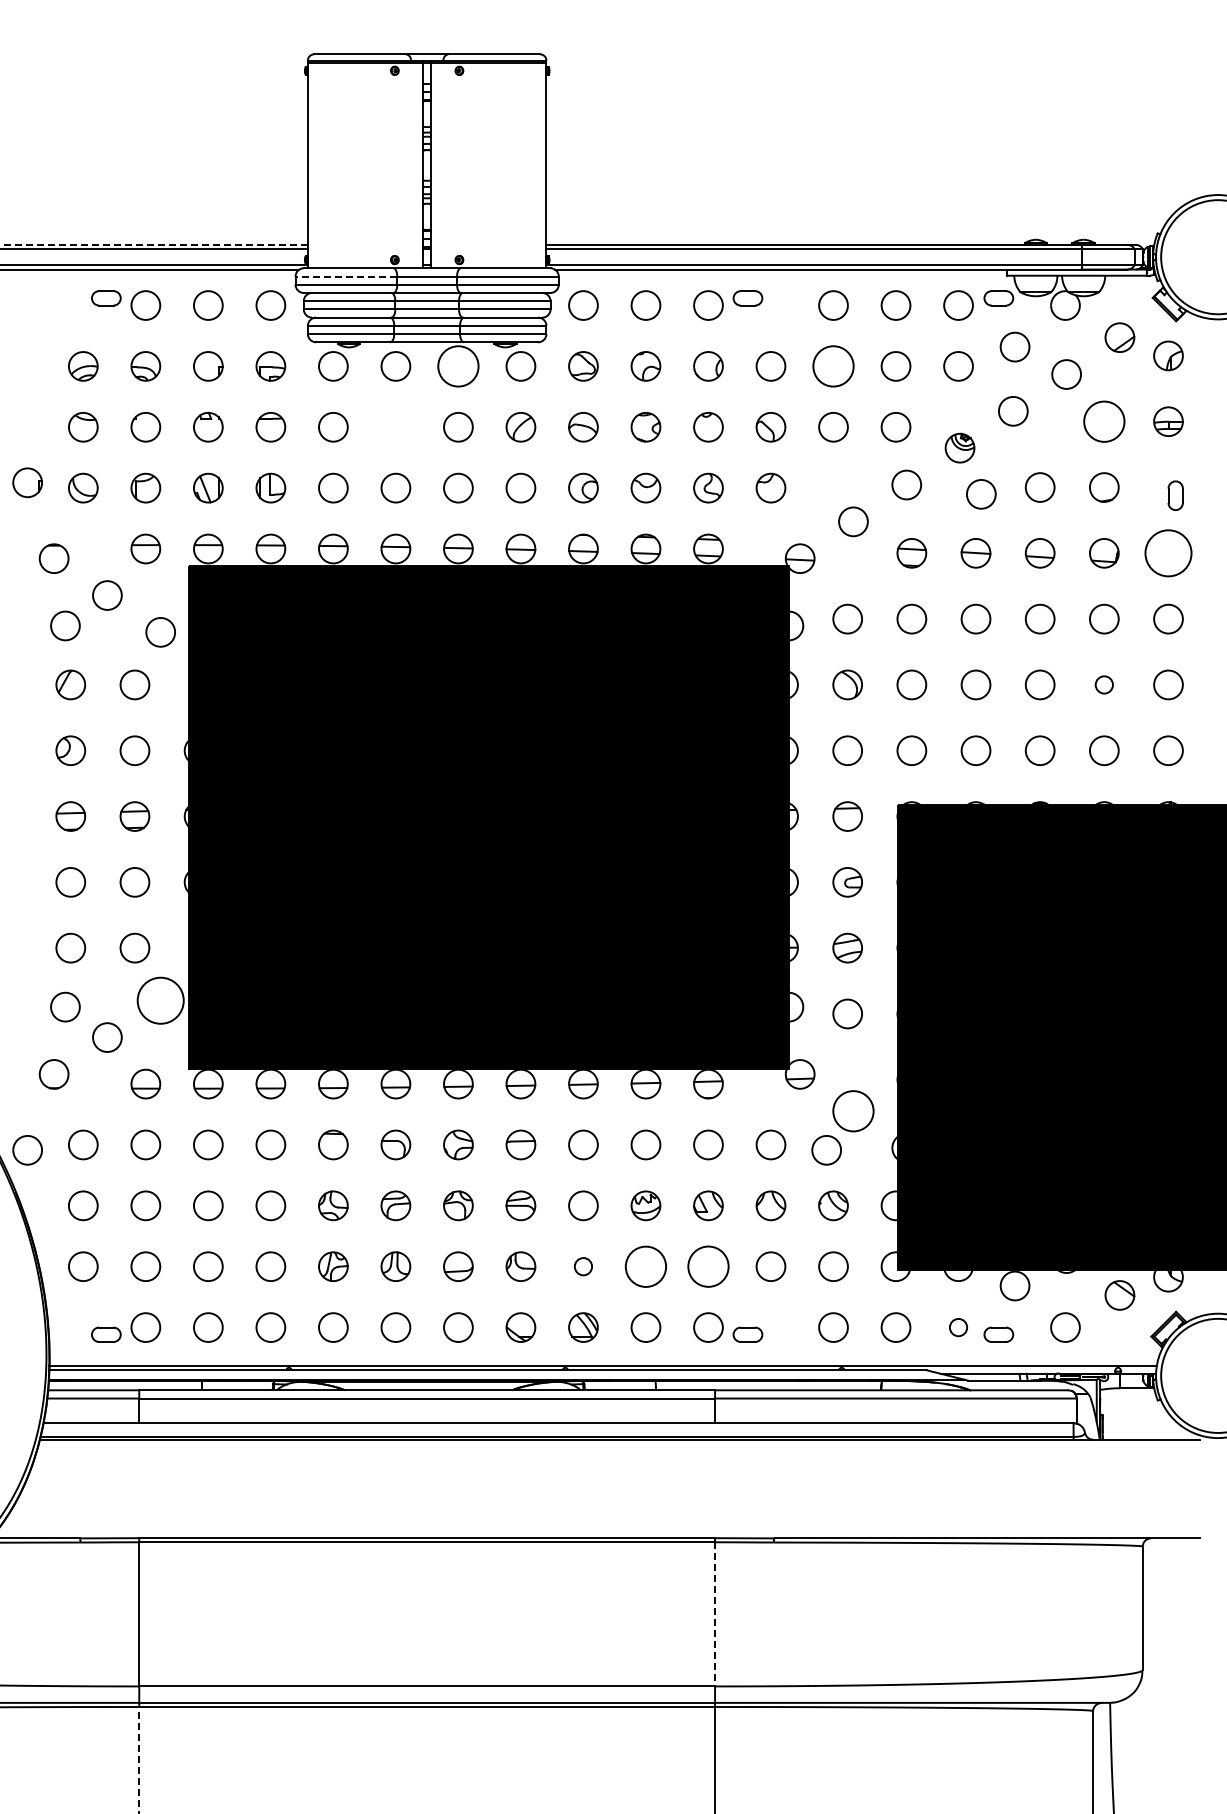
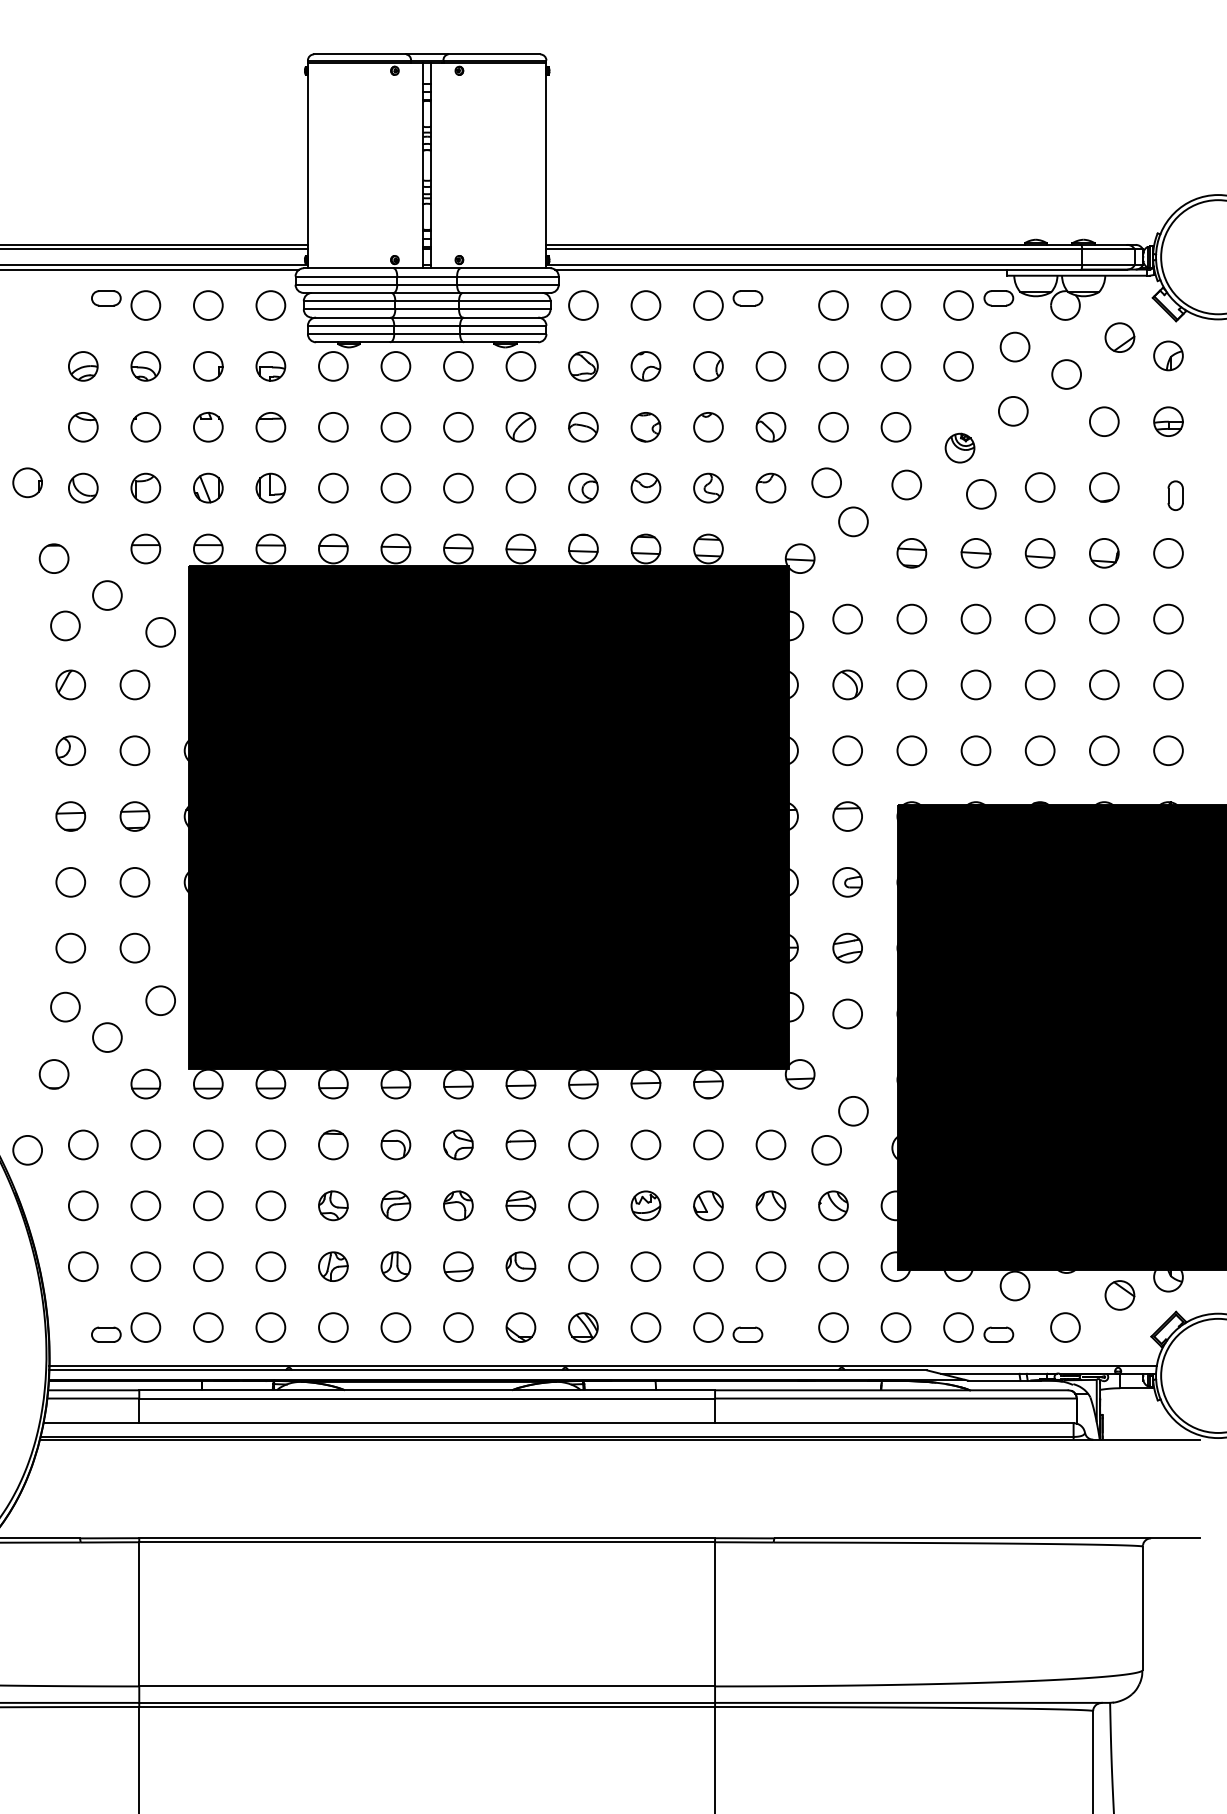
line at (154, 244): dashed -> solid
line at (346, 276): dashed -> solid
circle at (458, 366) diameter: 40 px -> 29 px
circle at (833, 366) diameter: 40 px -> 29 px
circle at (1104, 421) diameter: 40 px -> 29 px
circle at (395, 427): none -> present
circle at (826, 482): none -> present
circle at (1168, 553) diameter: 46 px -> 29 px
circle at (1103, 684) diameter: 17 px -> 29 px
circle at (160, 1000) diameter: 46 px -> 29 px
circle at (853, 1111) diameter: 40 px -> 29 px
circle at (583, 1266) diameter: 17 px -> 29 px
circle at (645, 1266) size: 43x43 px -> 32x31 px
circle at (708, 1266) diameter: 40 px -> 29 px
circle at (958, 1327) diameter: 17 px -> 29 px
line at (715, 1614): dashed -> solid
line at (139, 1759): dashed -> solid
